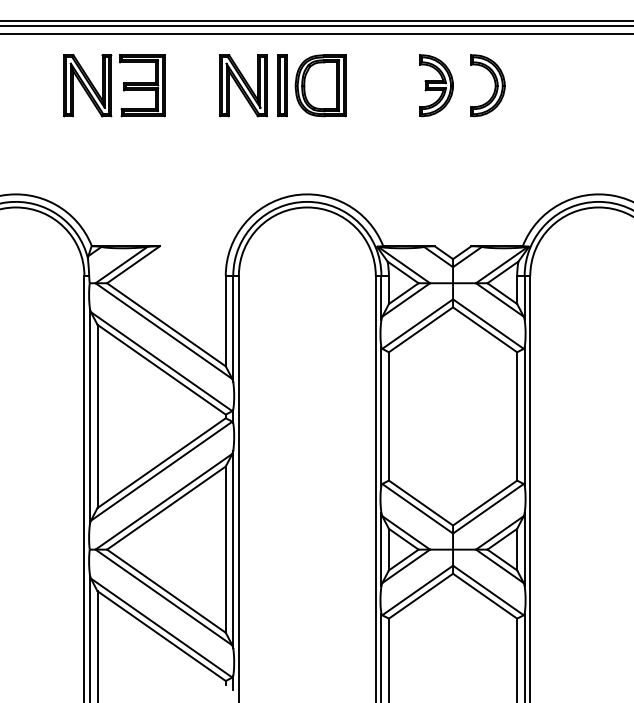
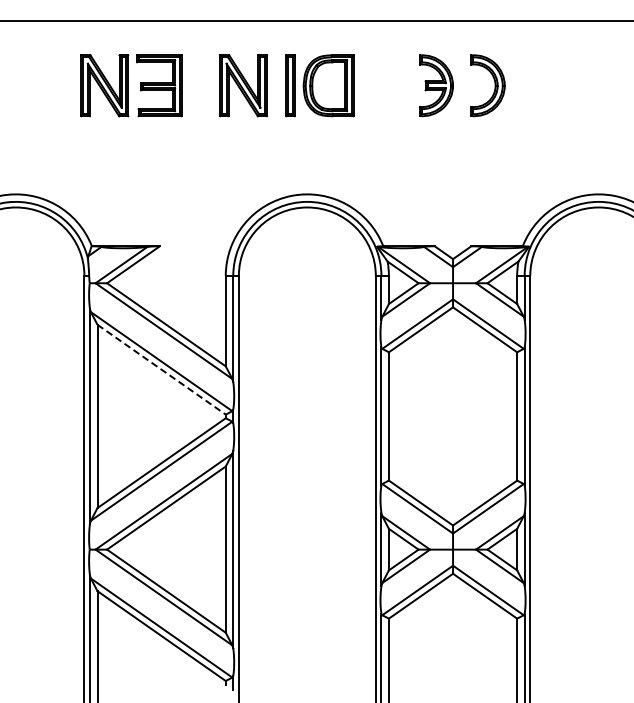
line at (316, 26): present -> none
line at (316, 33): present -> none
part at (114, 85) position: (114, 85) -> (131, 85)
part at (311, 85) position: (311, 85) -> (319, 85)
line at (162, 370): solid -> dashed
